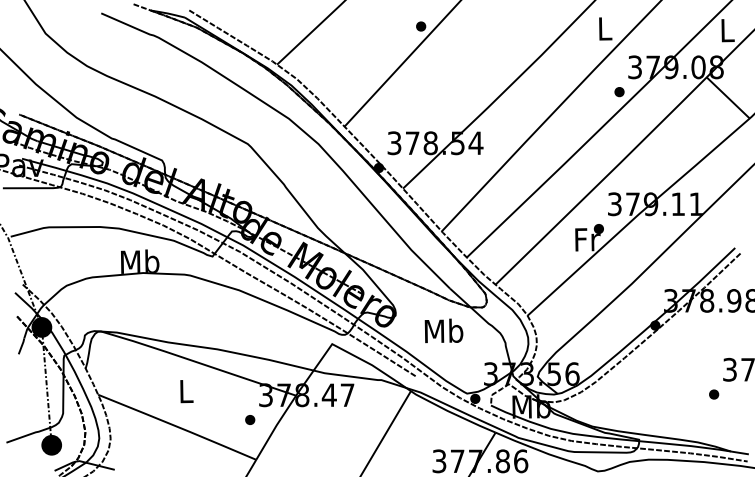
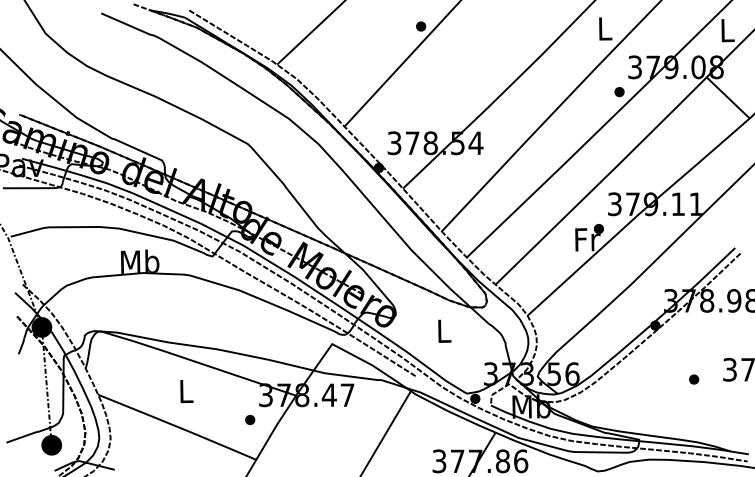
text at (443, 330): Mb -> L
part at (714, 394) position: (714, 394) -> (694, 379)
